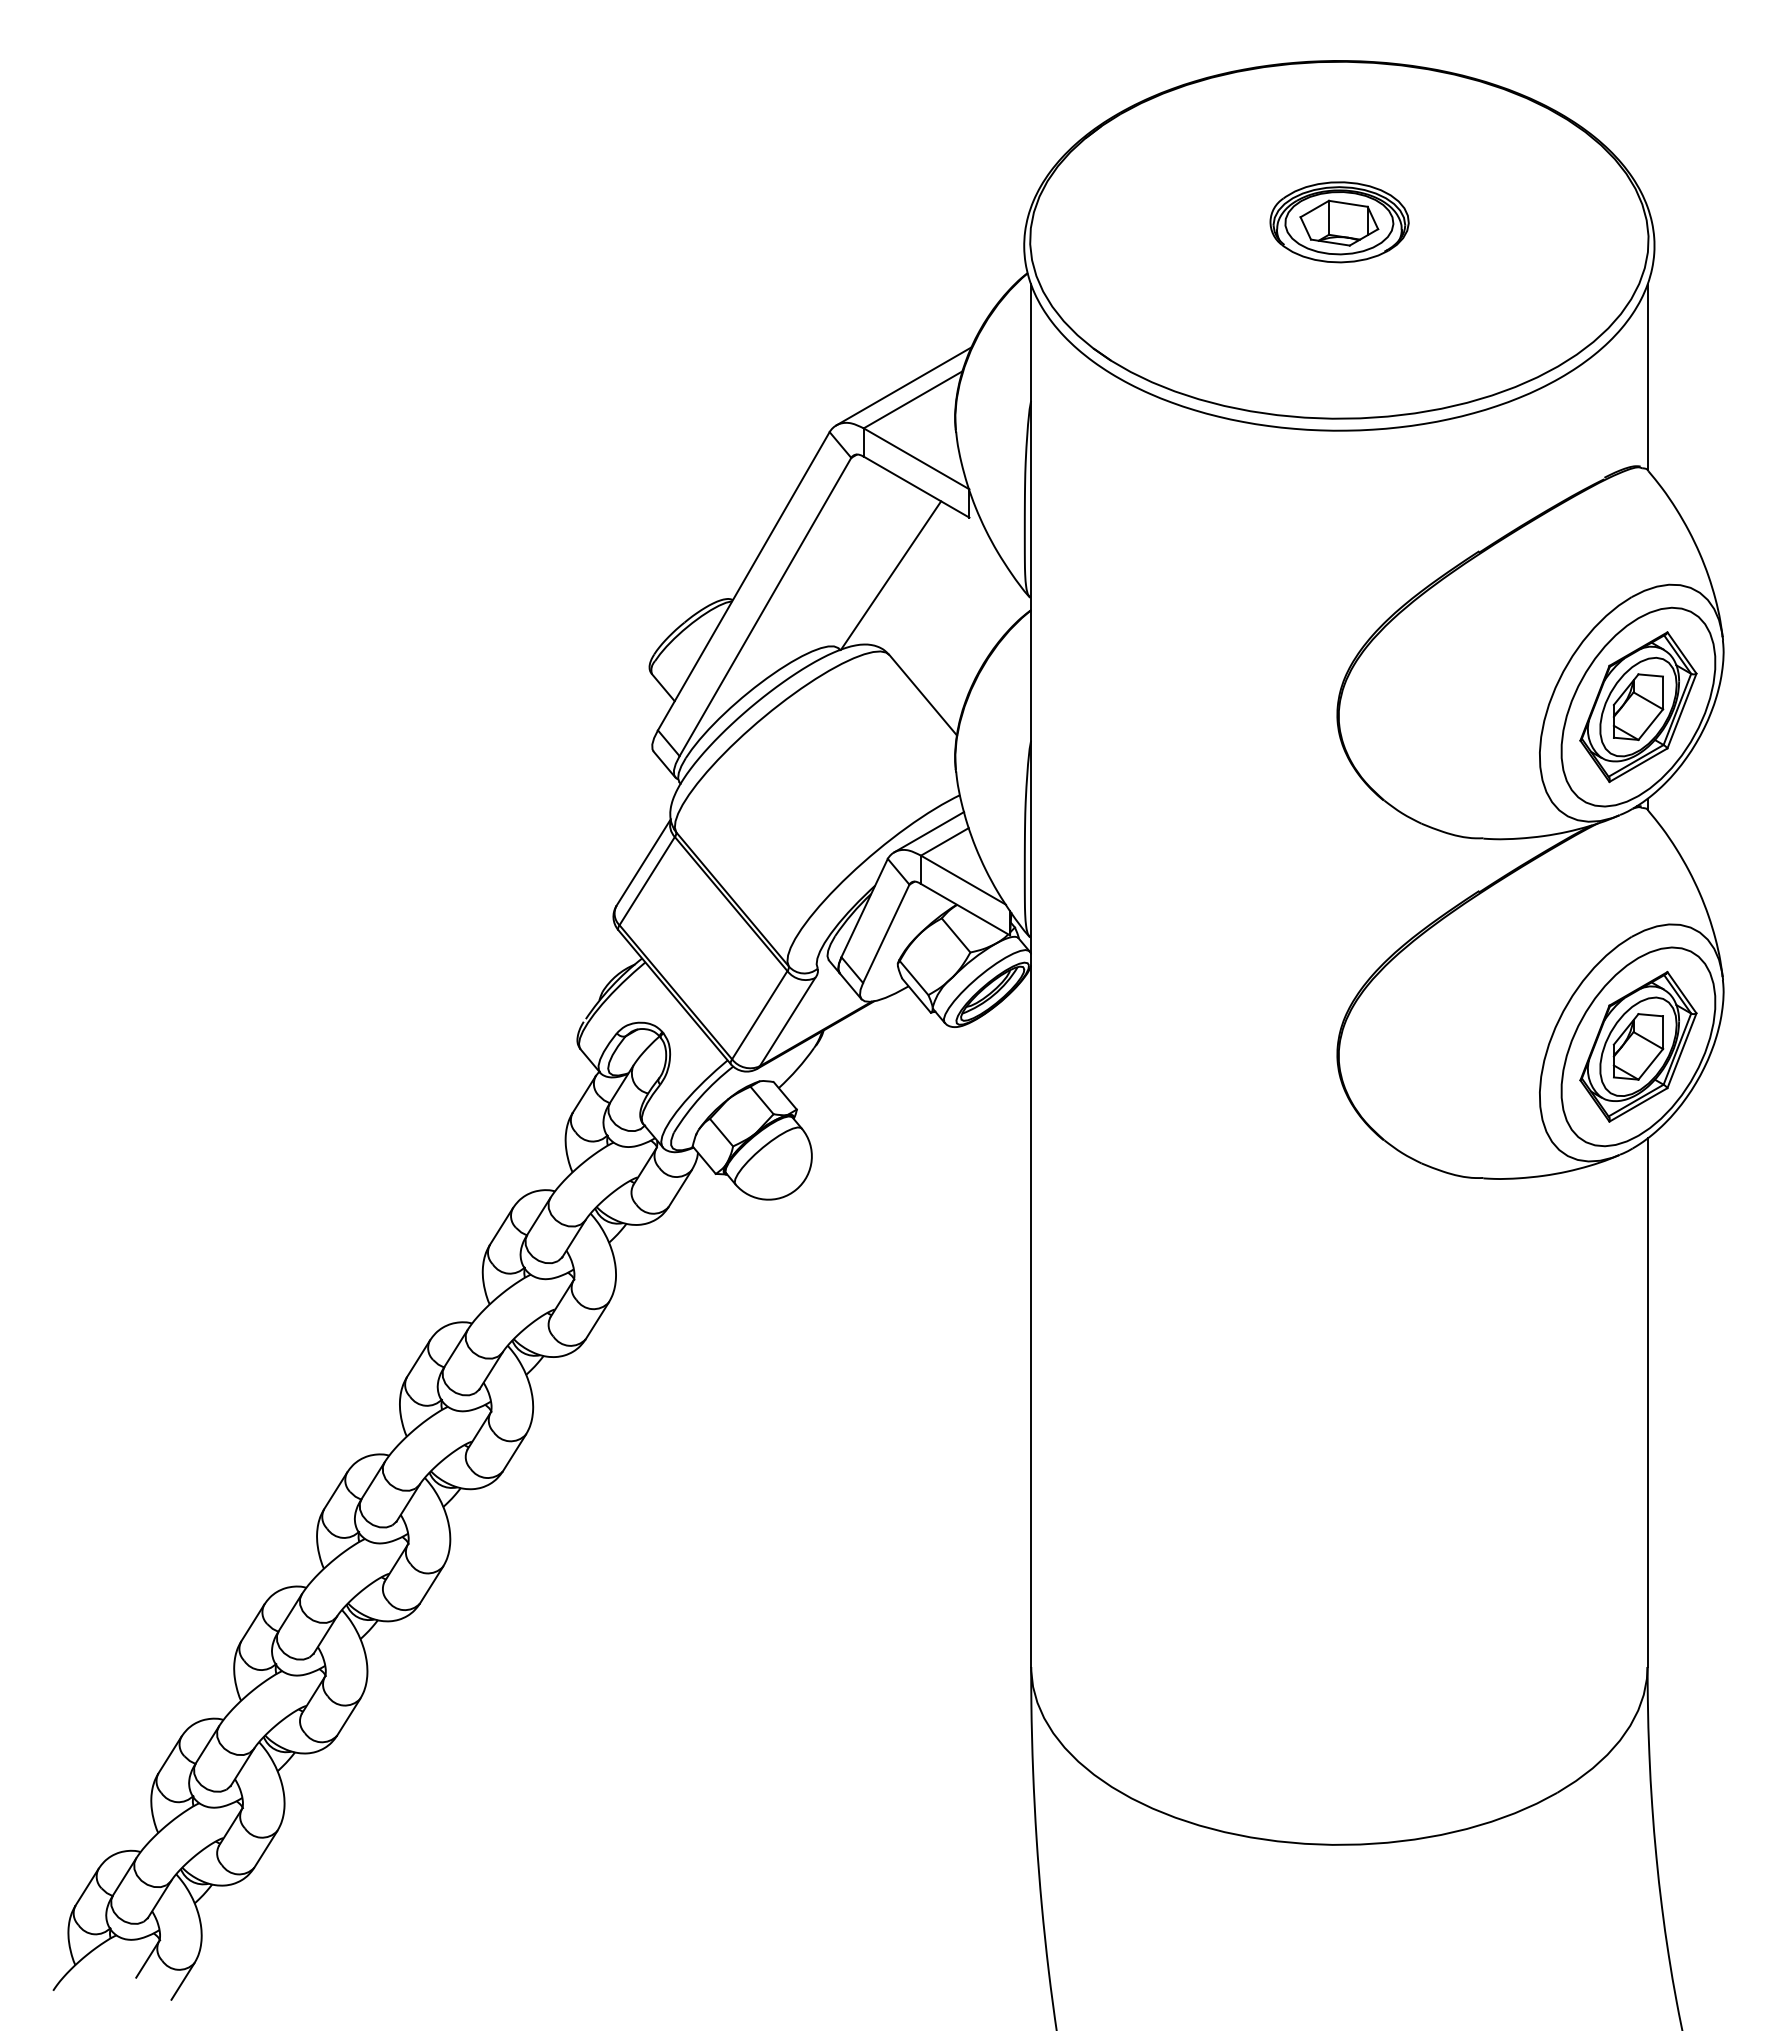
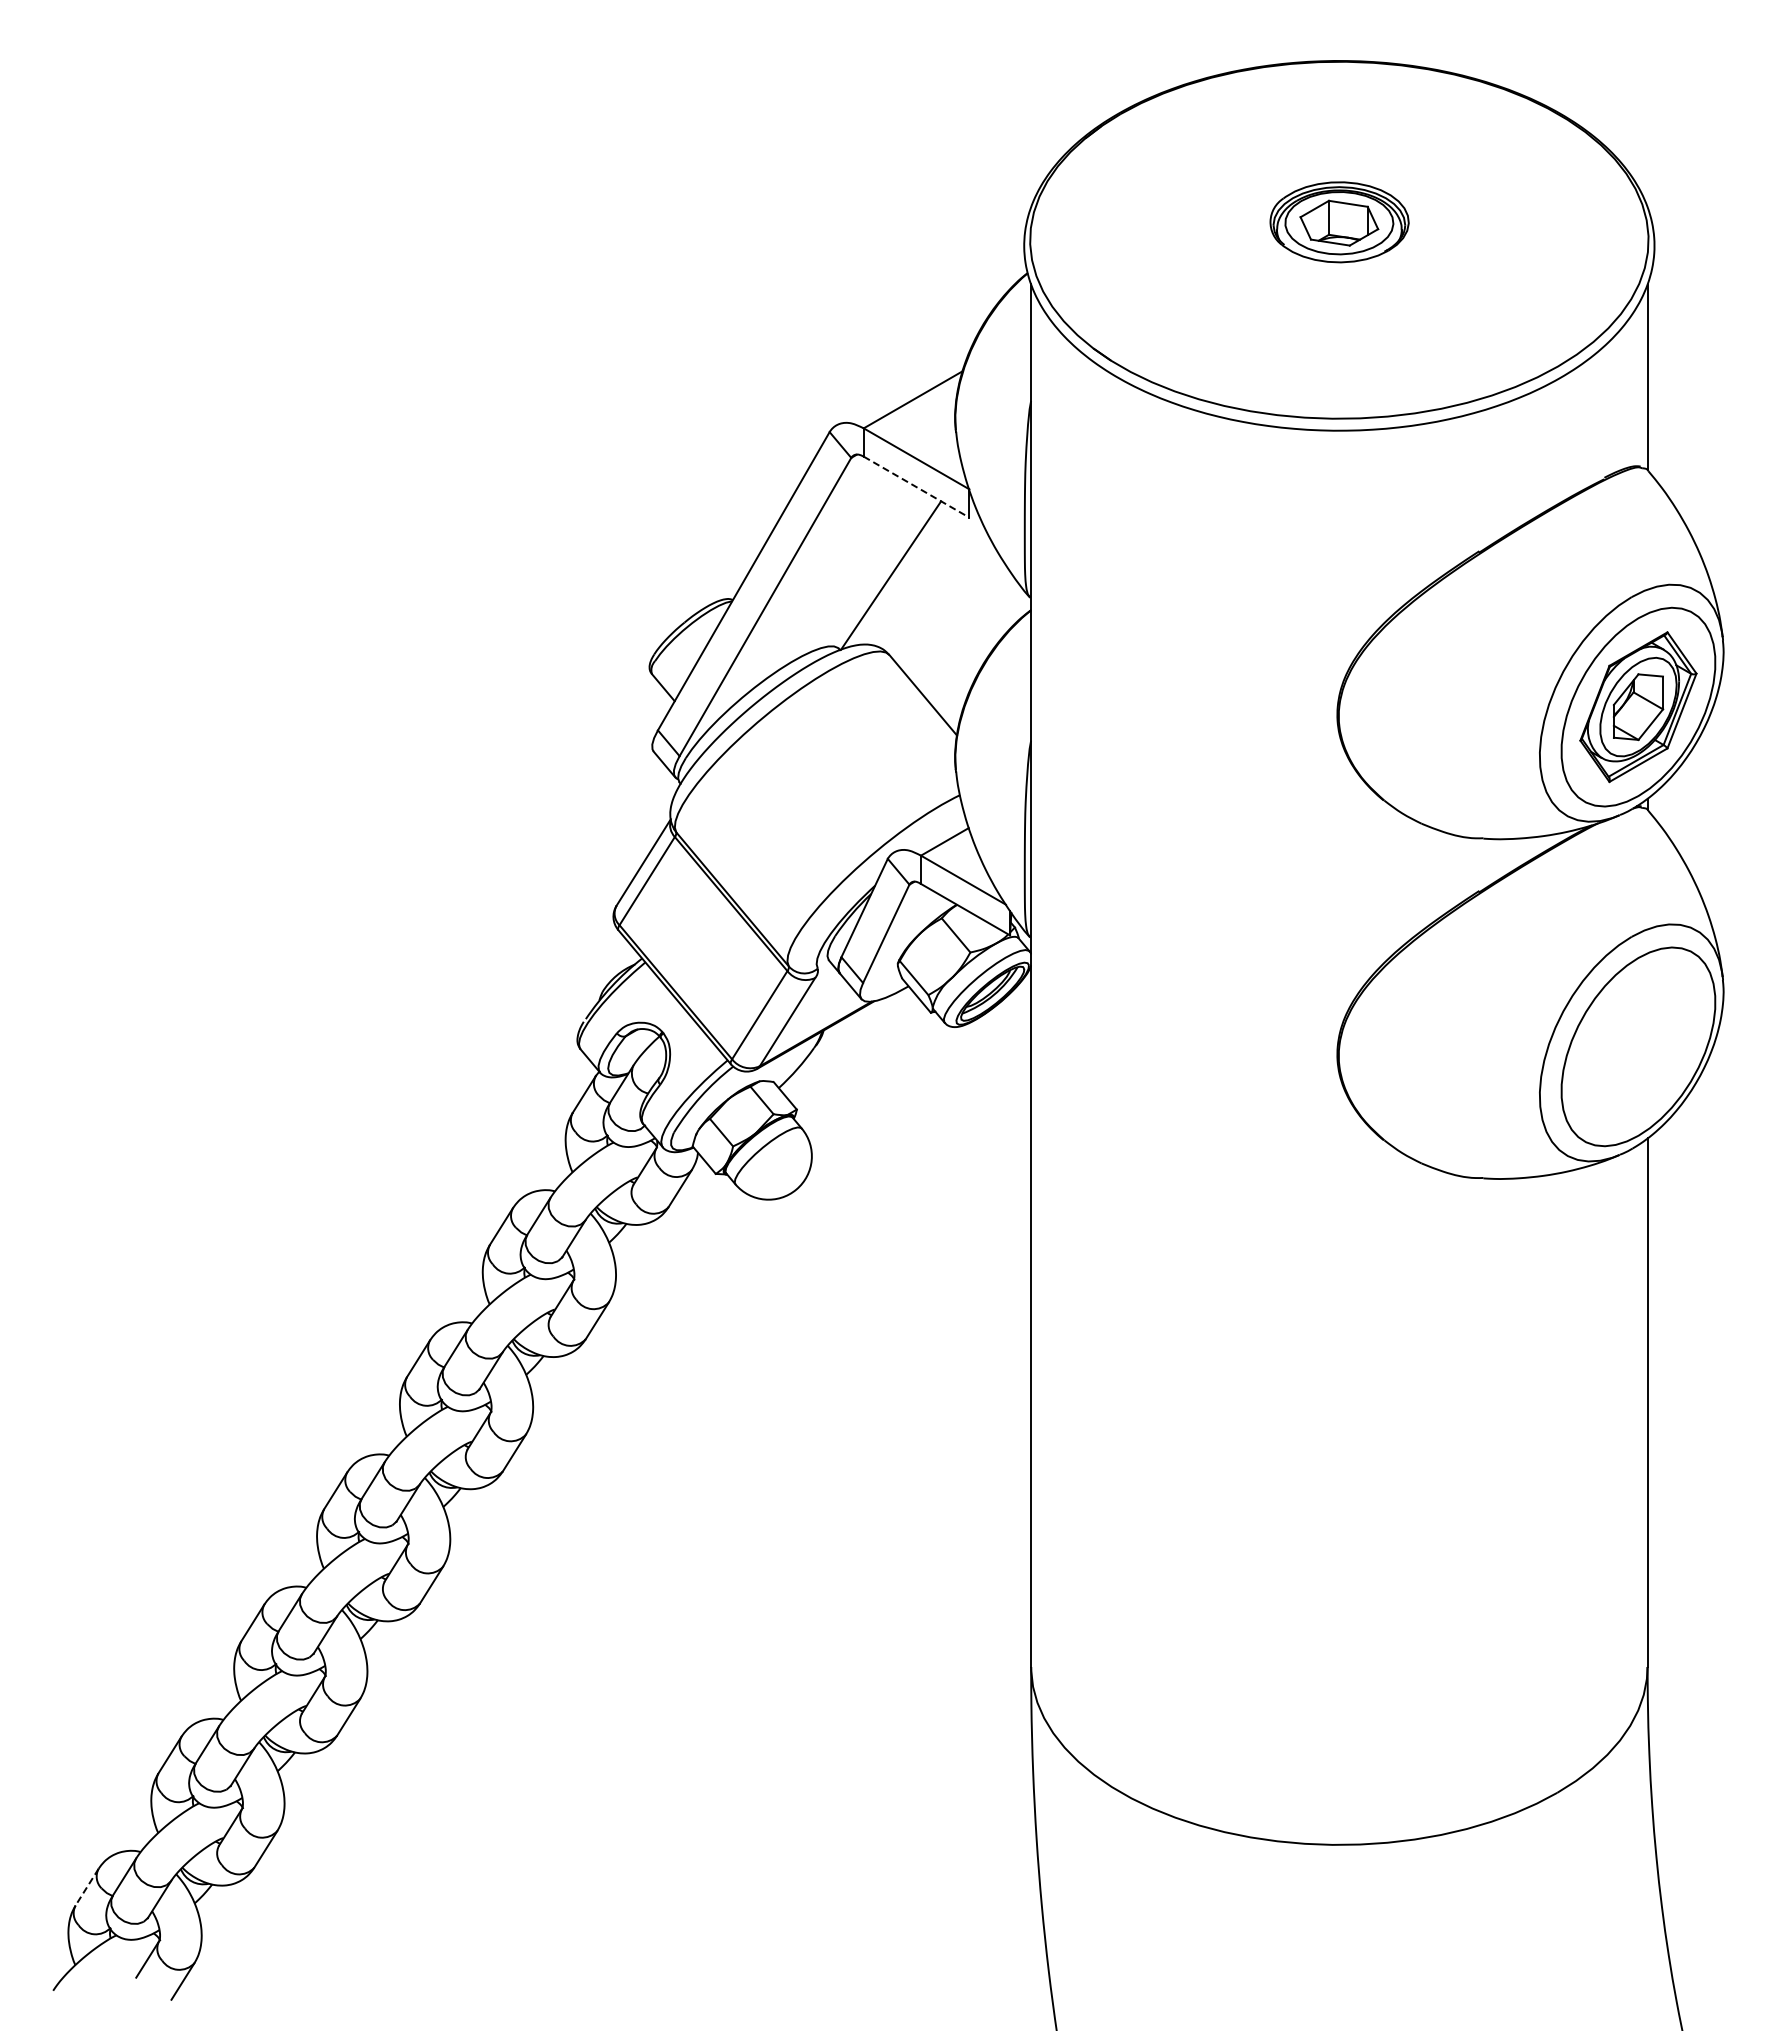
line at (903, 386): present -> none
line at (917, 487): solid -> dashed
line at (929, 832): present -> none
part at (1638, 1046): present -> none
line at (87, 1887): solid -> dashed
